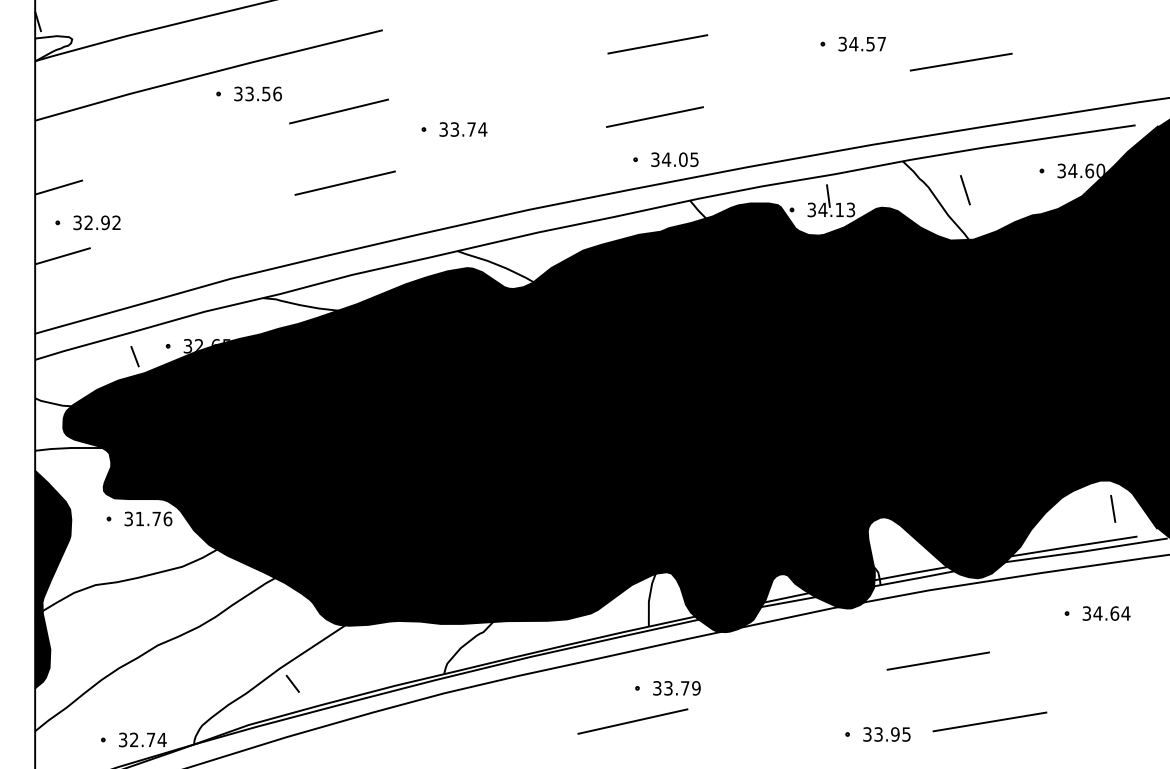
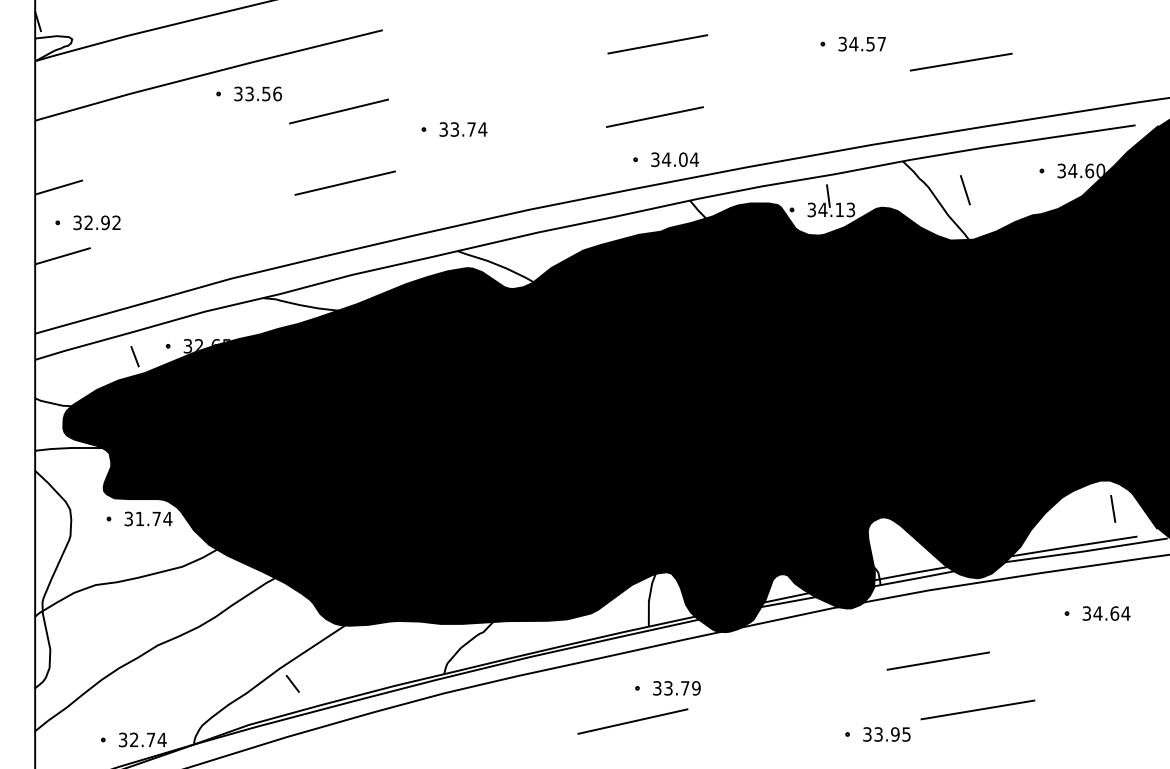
text at (694, 159): 34.05 -> 34.04
text at (167, 518): 31.76 -> 31.74
fill at (53, 579): present -> none
line at (989, 721) position: (989, 721) -> (977, 709)
